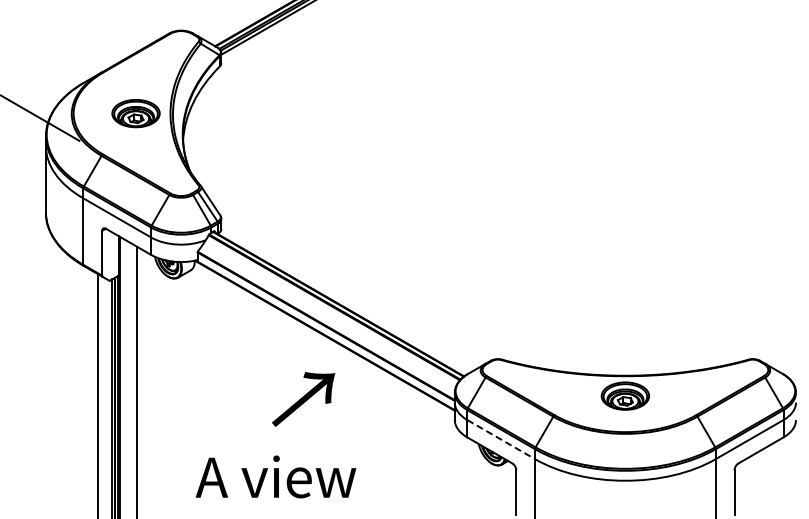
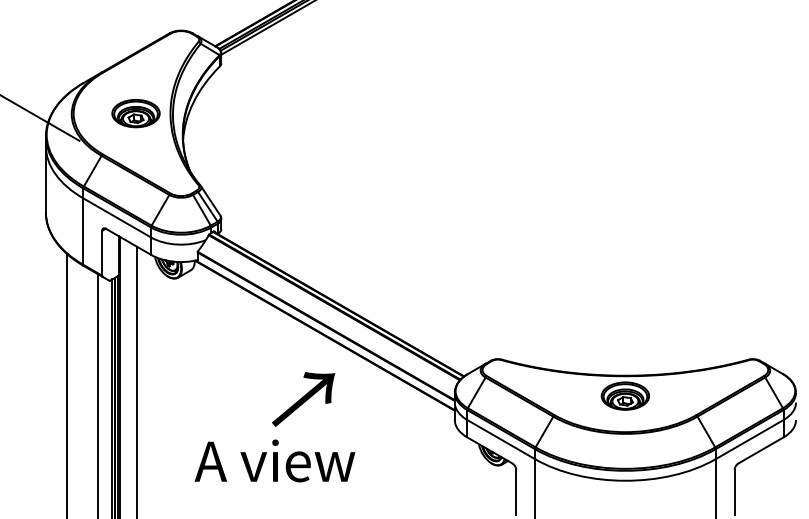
line at (67, 384): none -> present
line at (501, 439): dashed -> solid
text at (275, 476) position: (275, 476) -> (274, 460)
